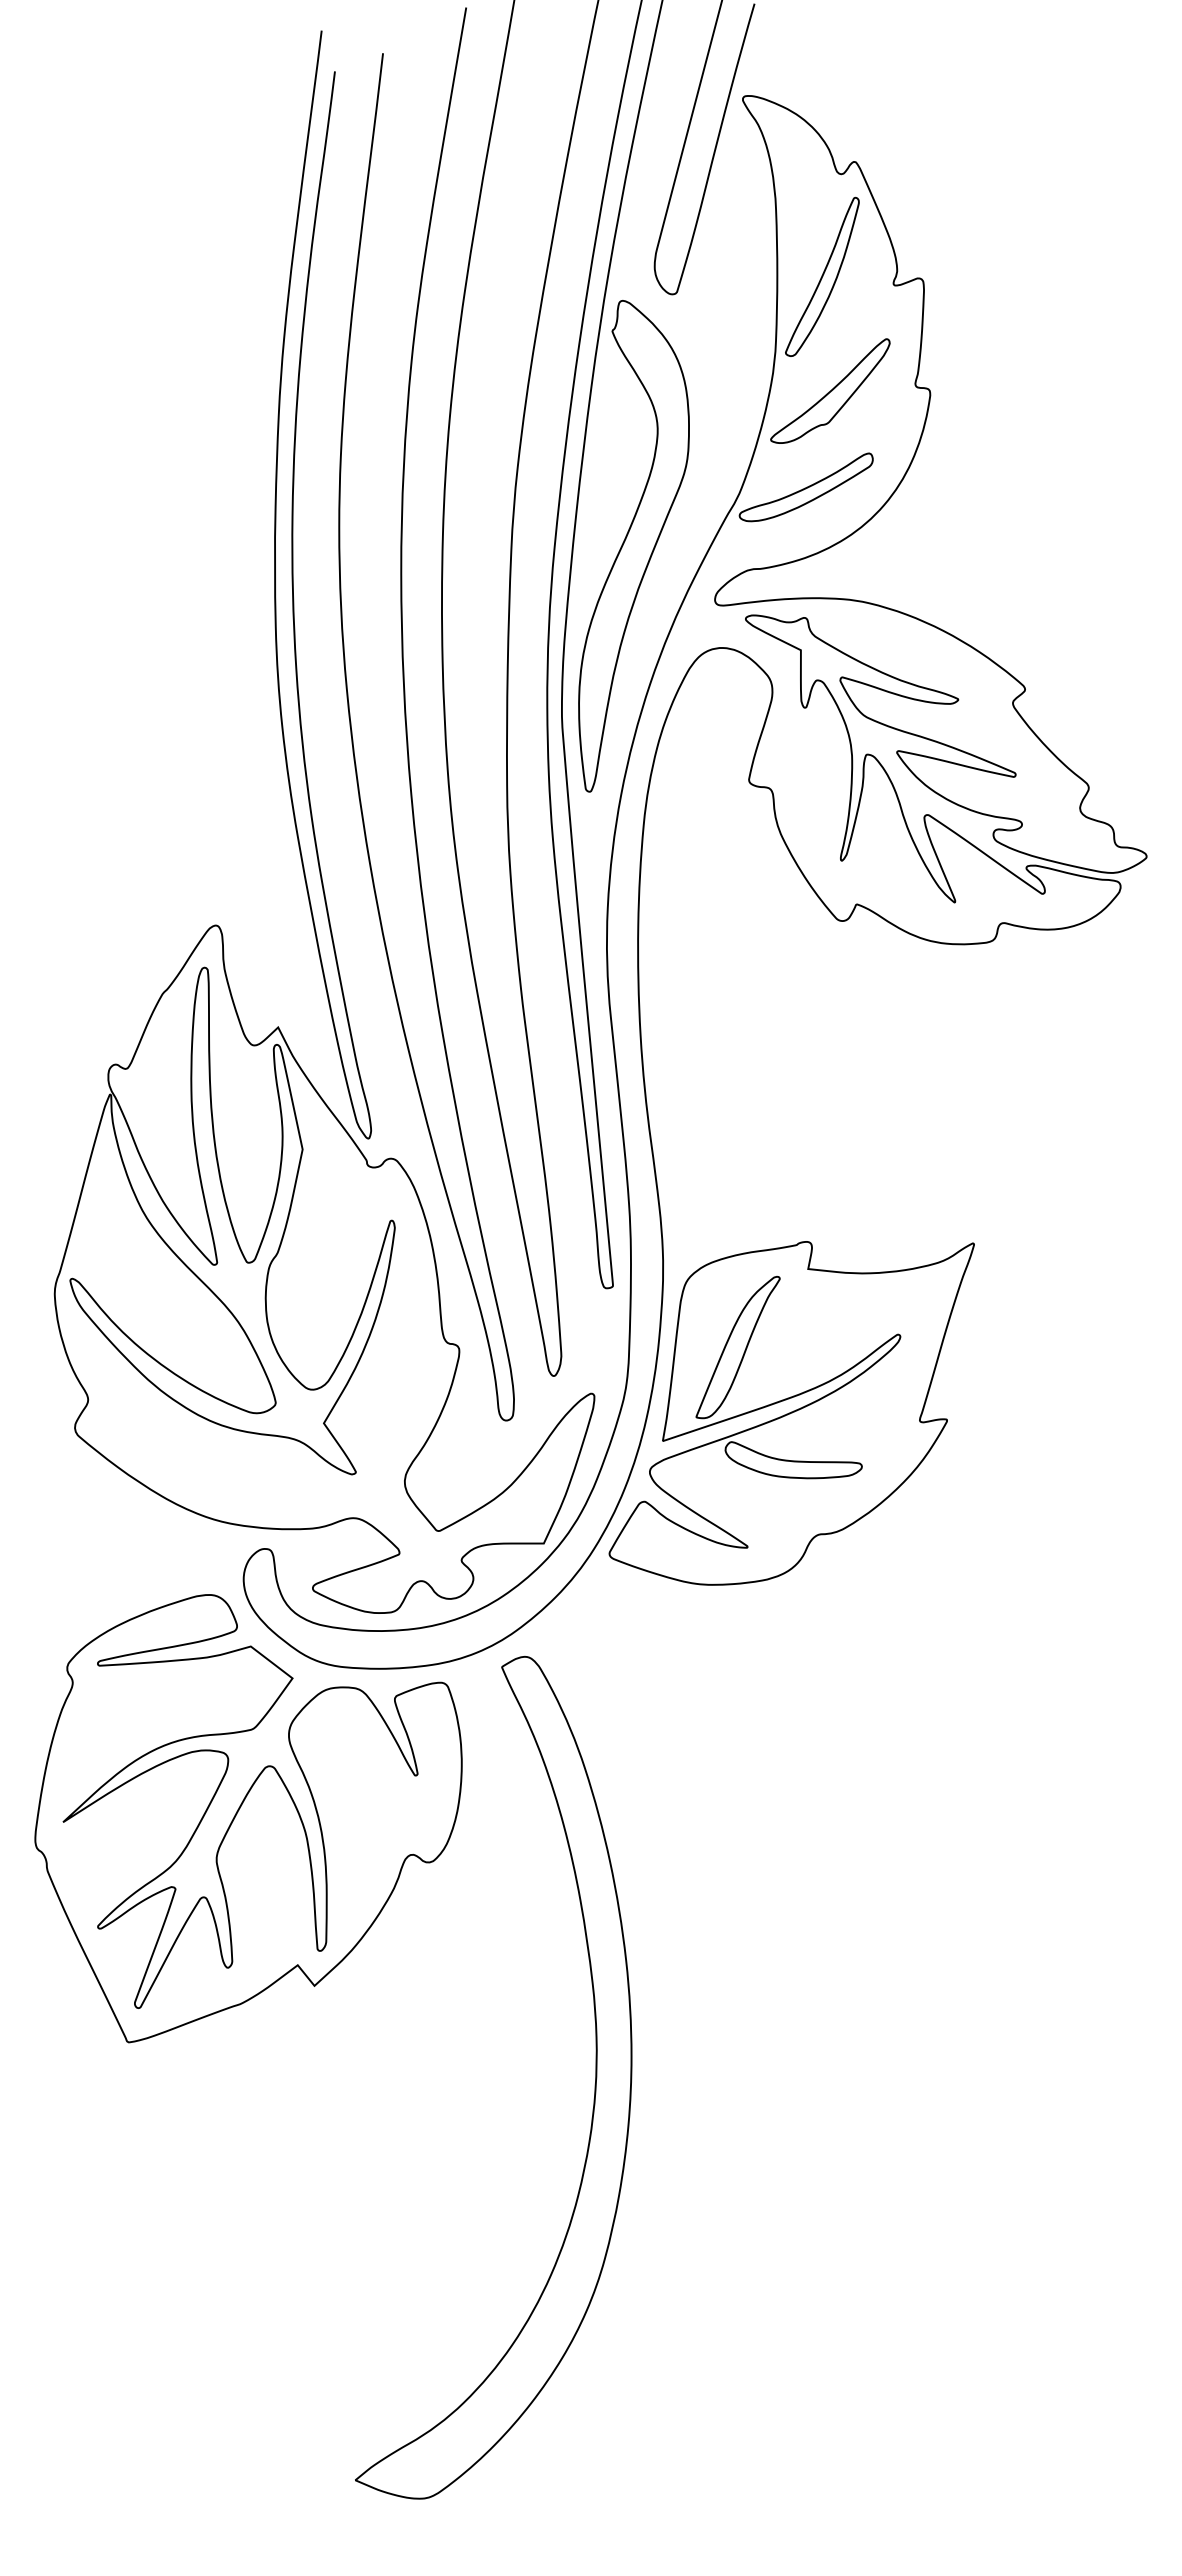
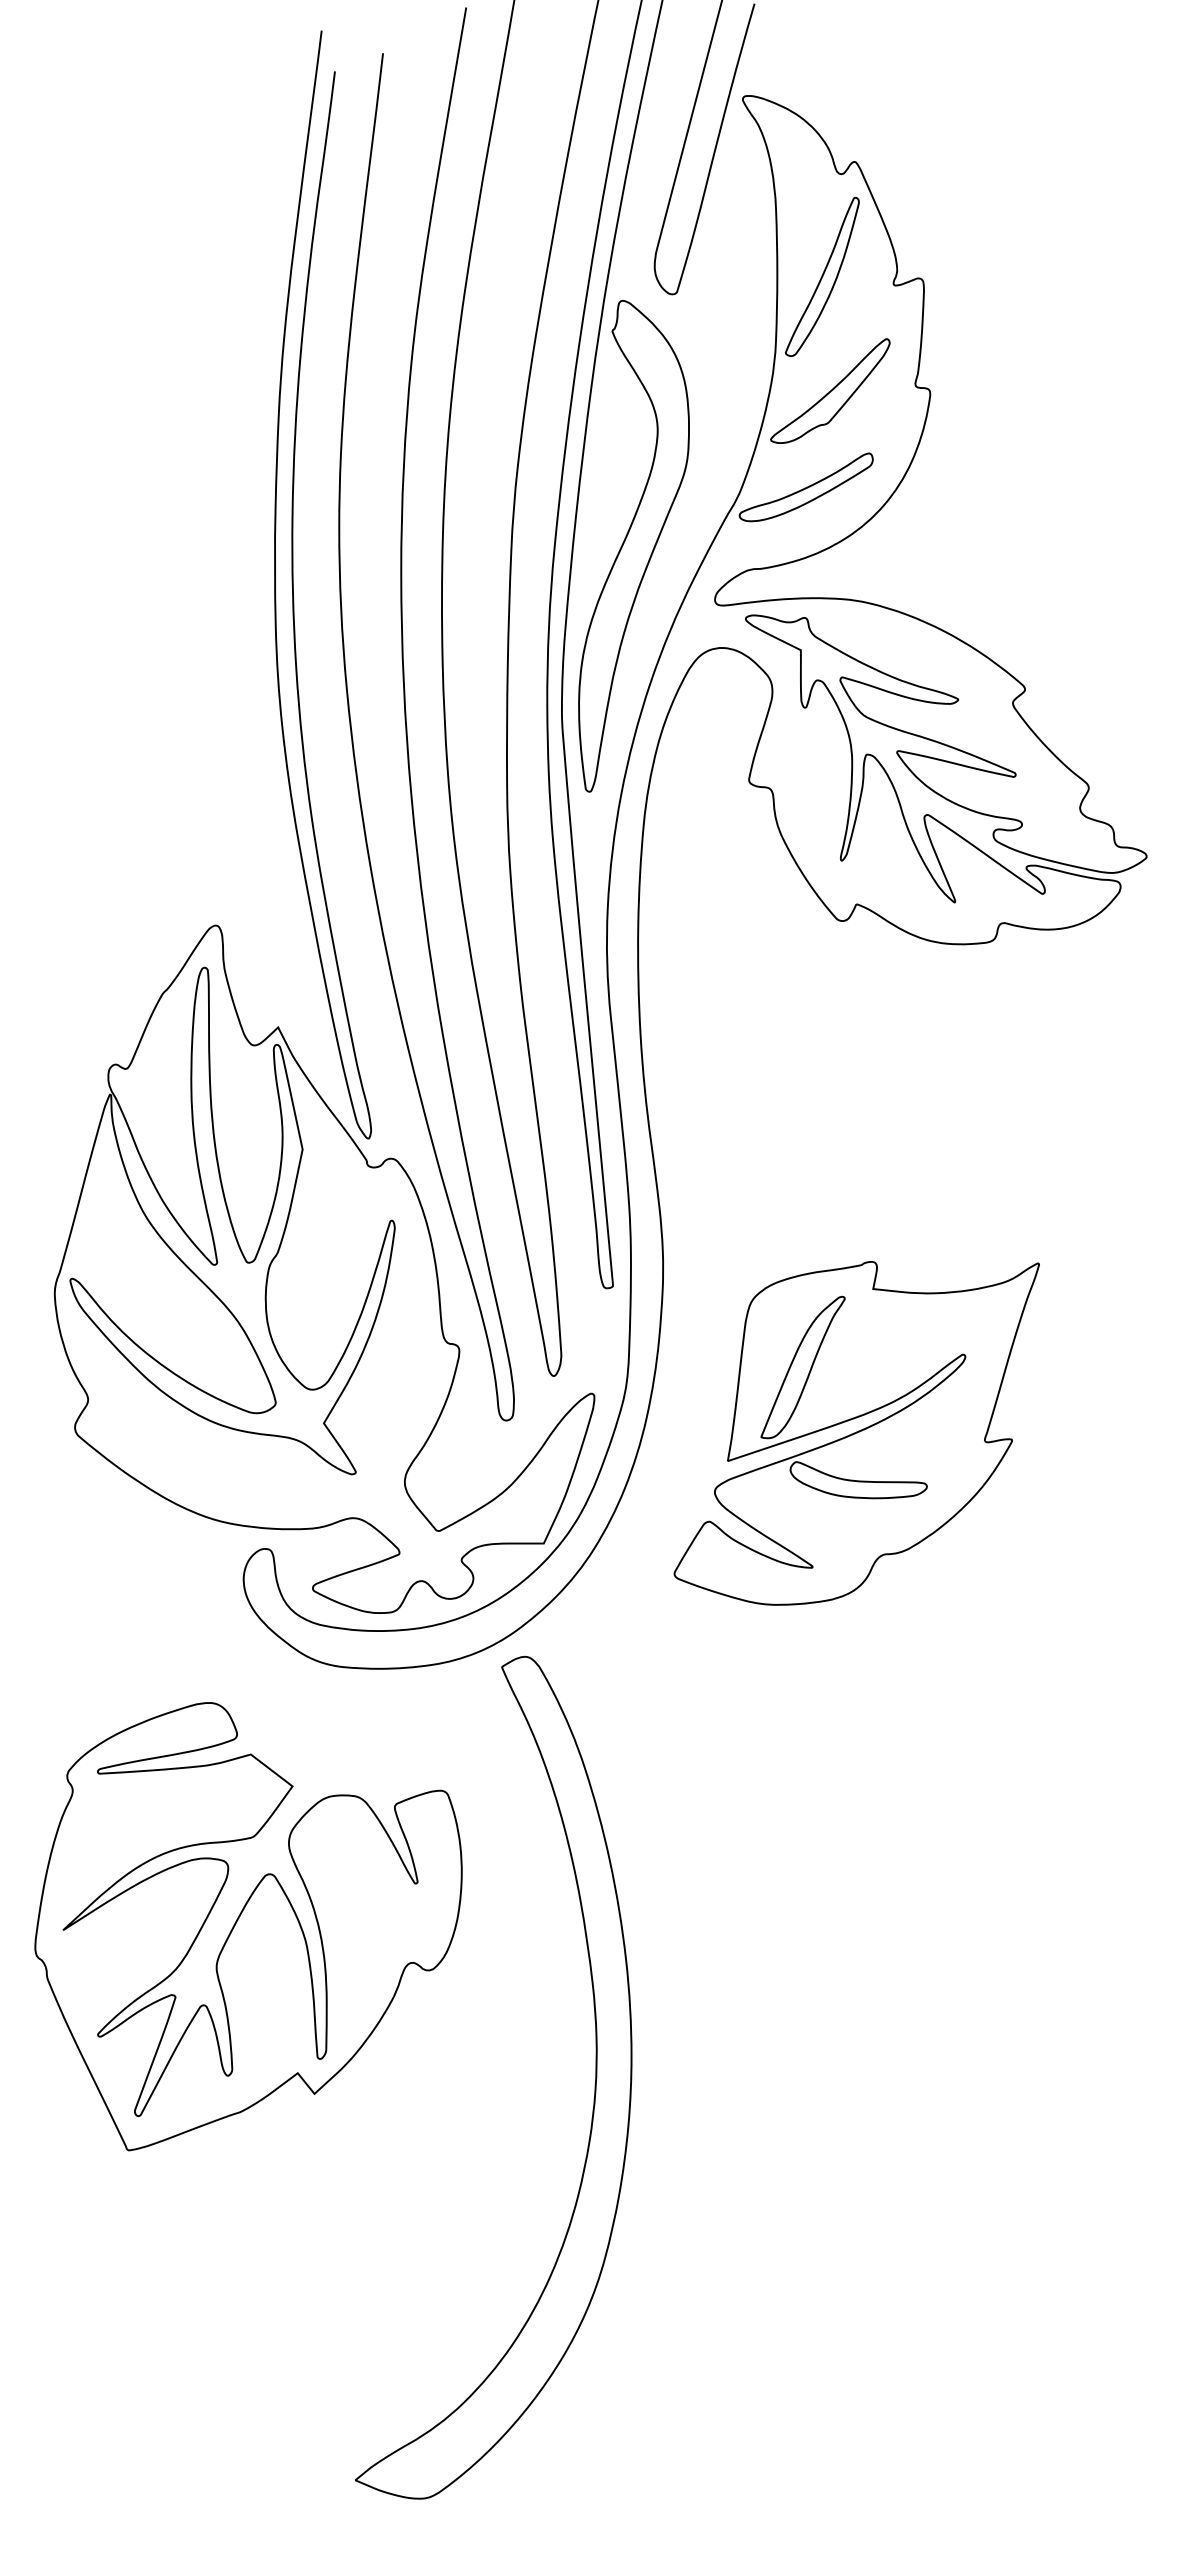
part at (791, 1413) position: (791, 1413) -> (856, 1433)
part at (248, 1818) position: (248, 1818) -> (248, 1926)
